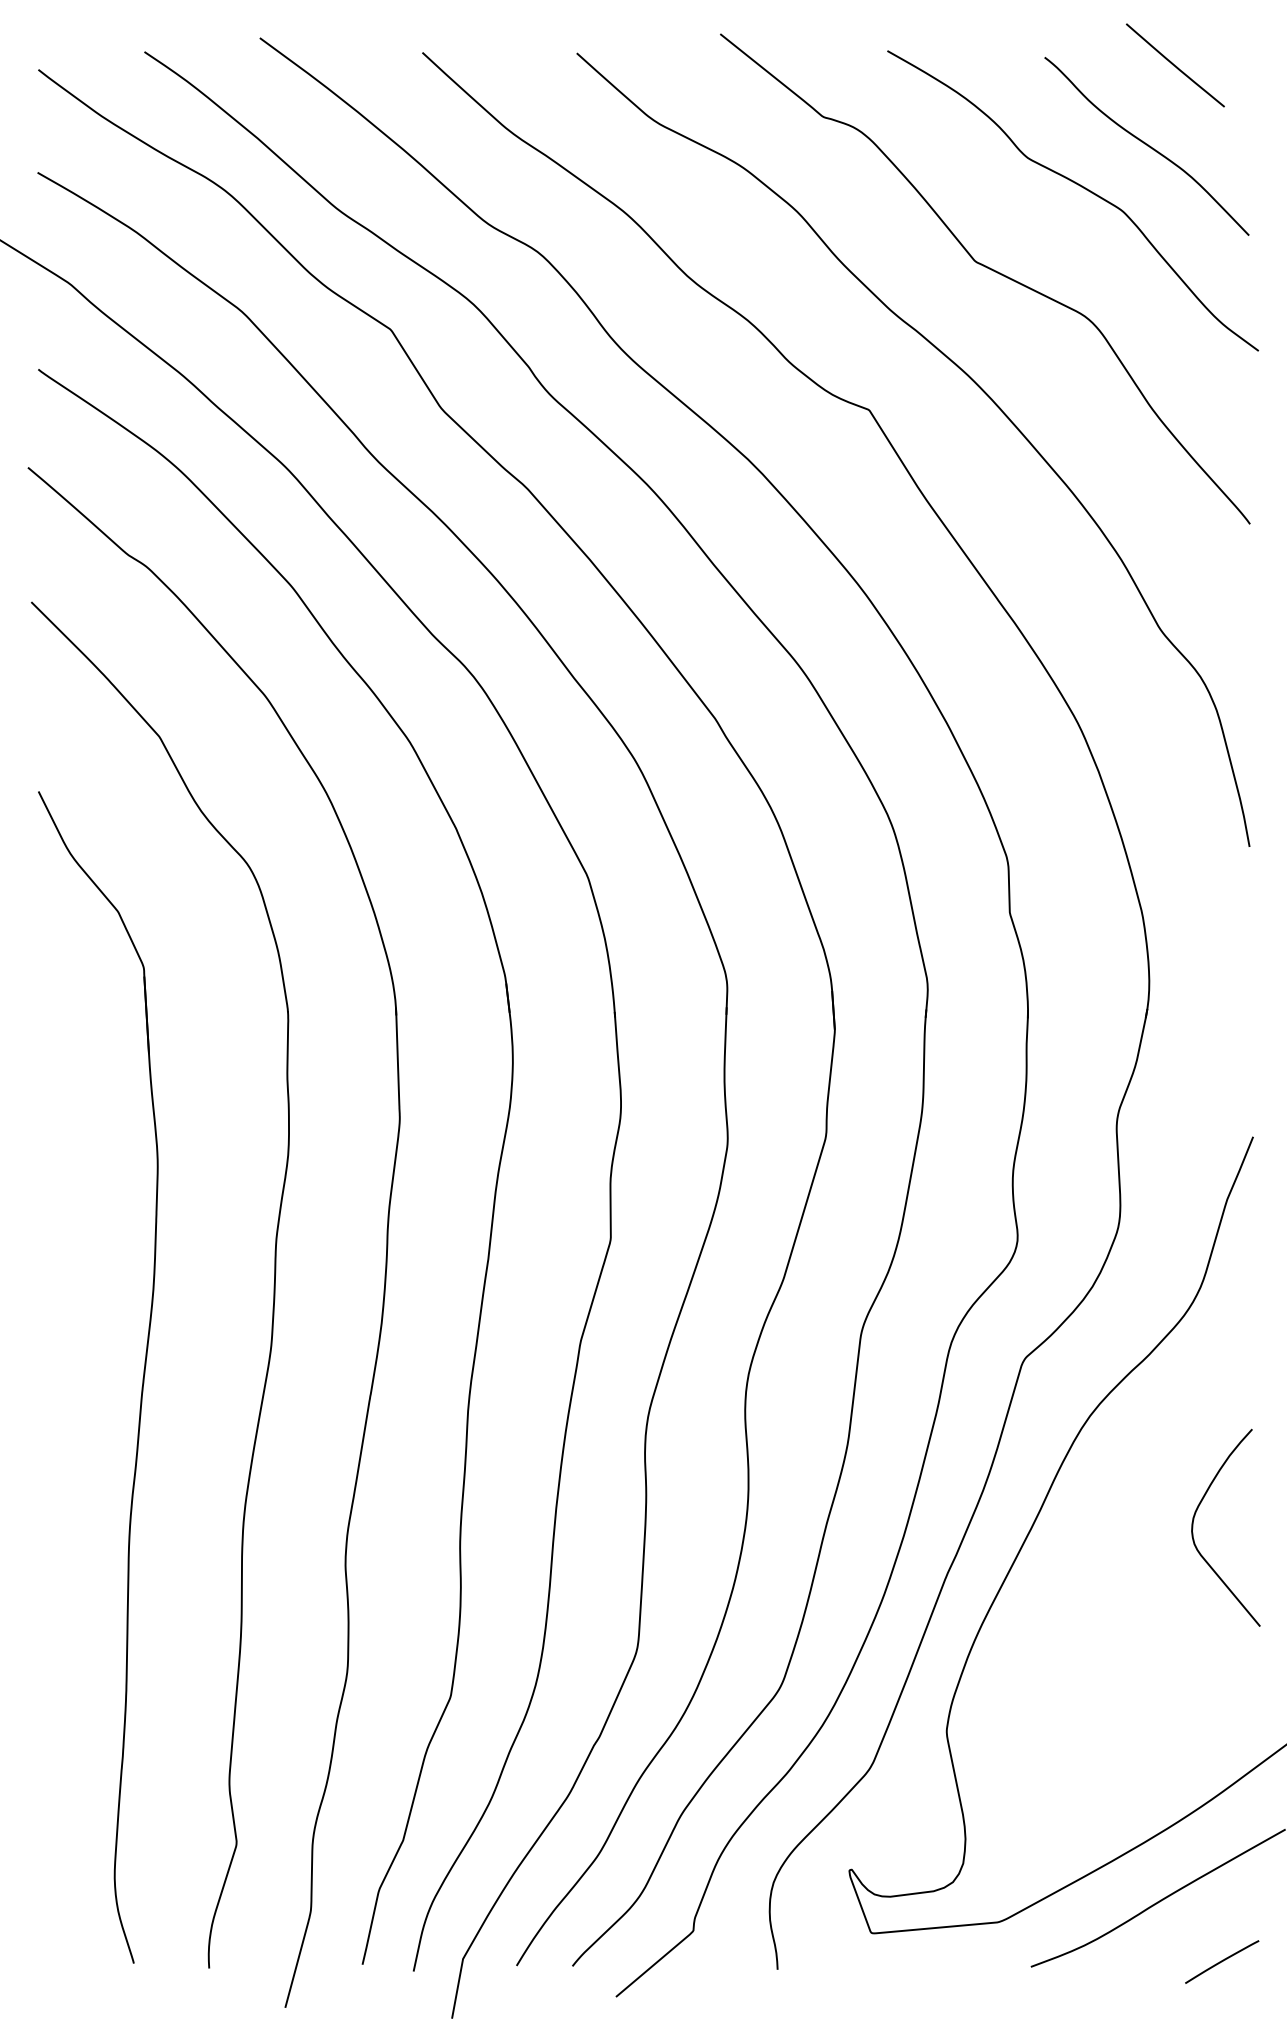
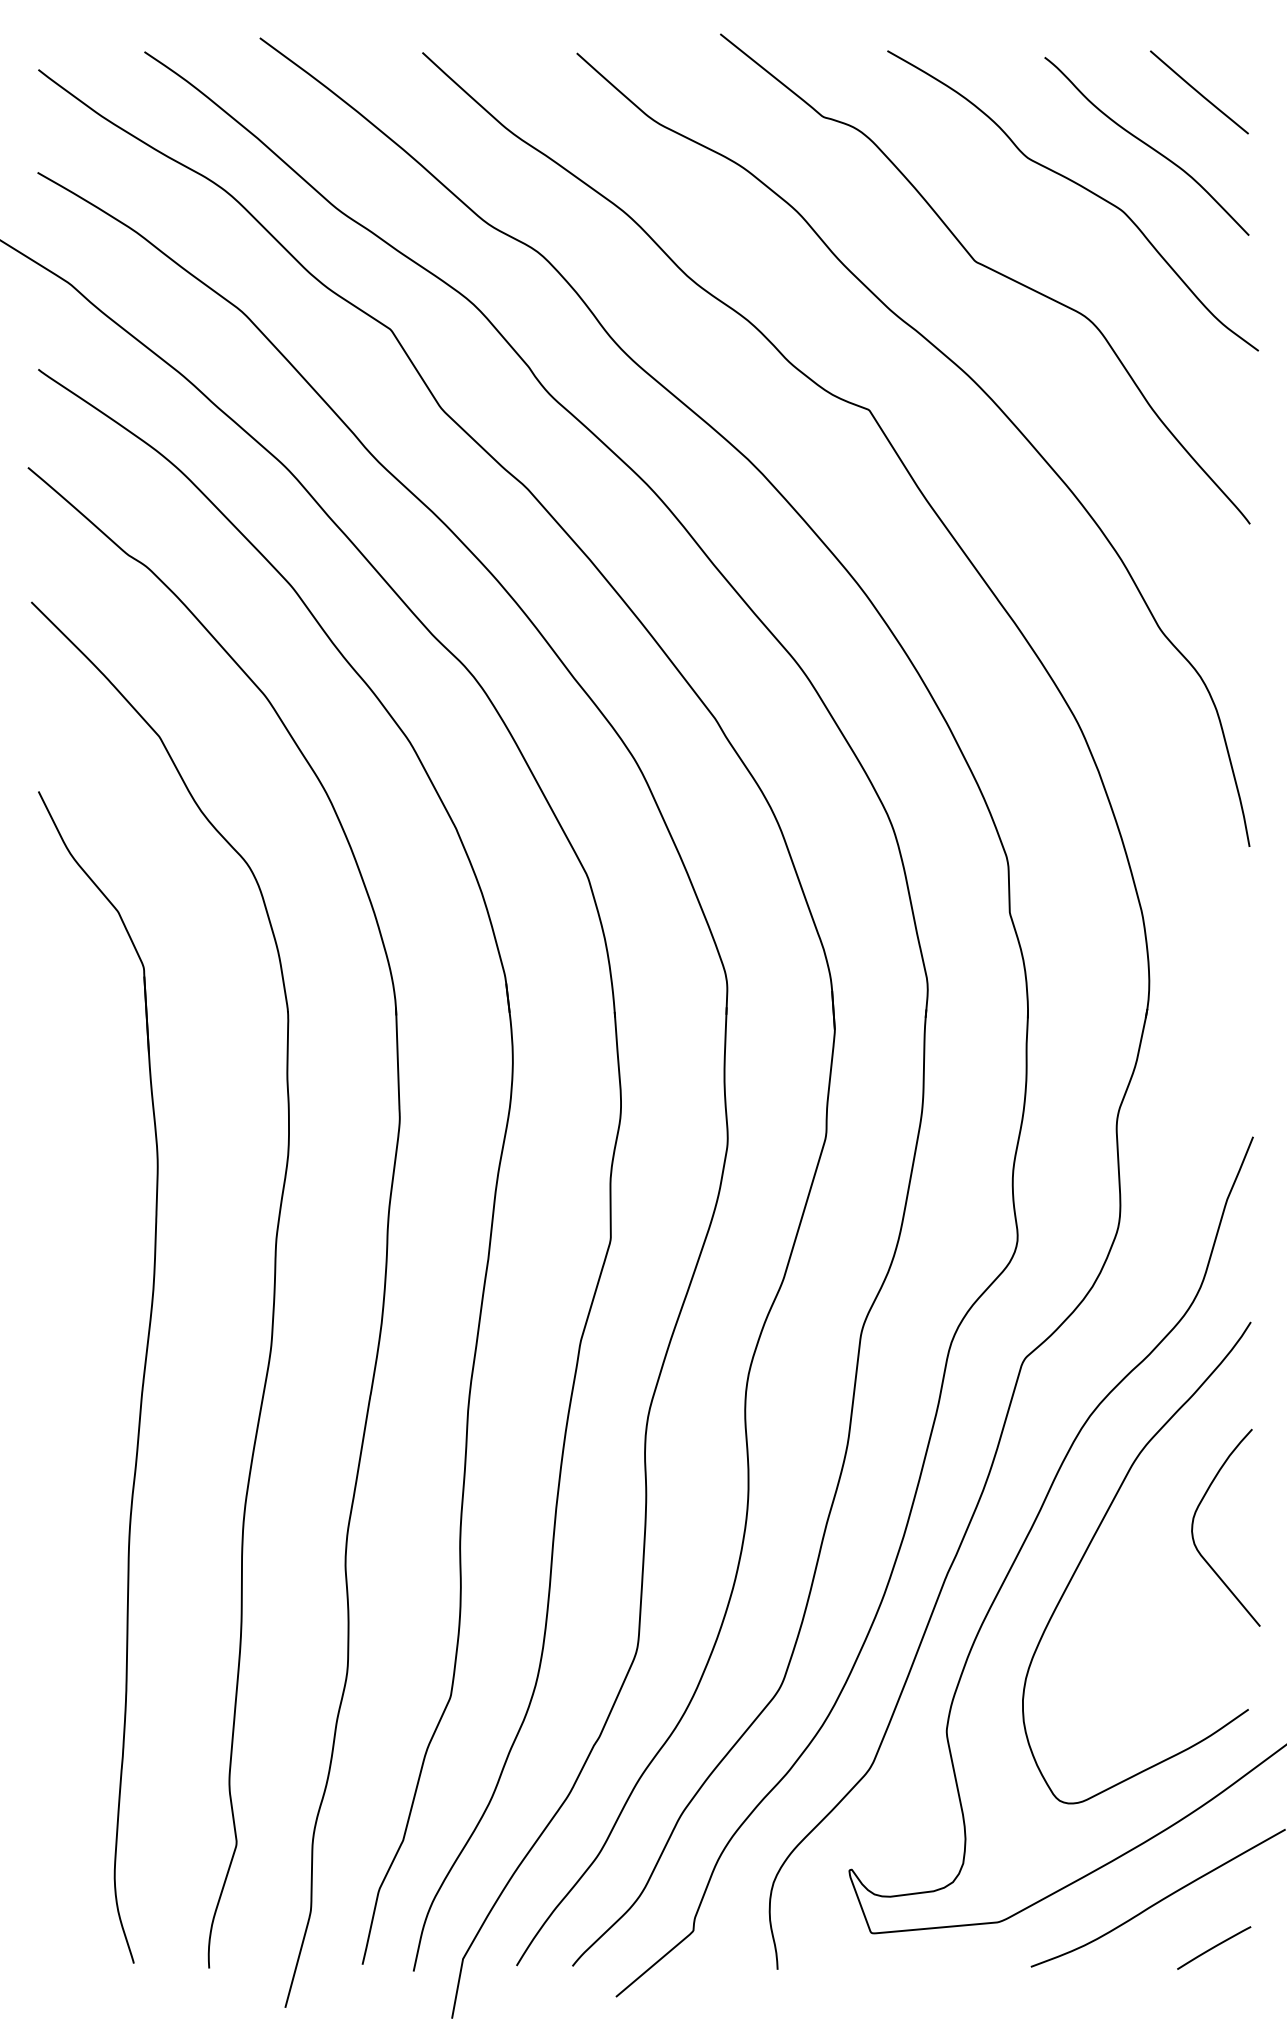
line at (1175, 65) position: (1175, 65) -> (1199, 92)
curve at (1092, 1541): none -> present
line at (1222, 1961) position: (1222, 1961) -> (1214, 1947)
